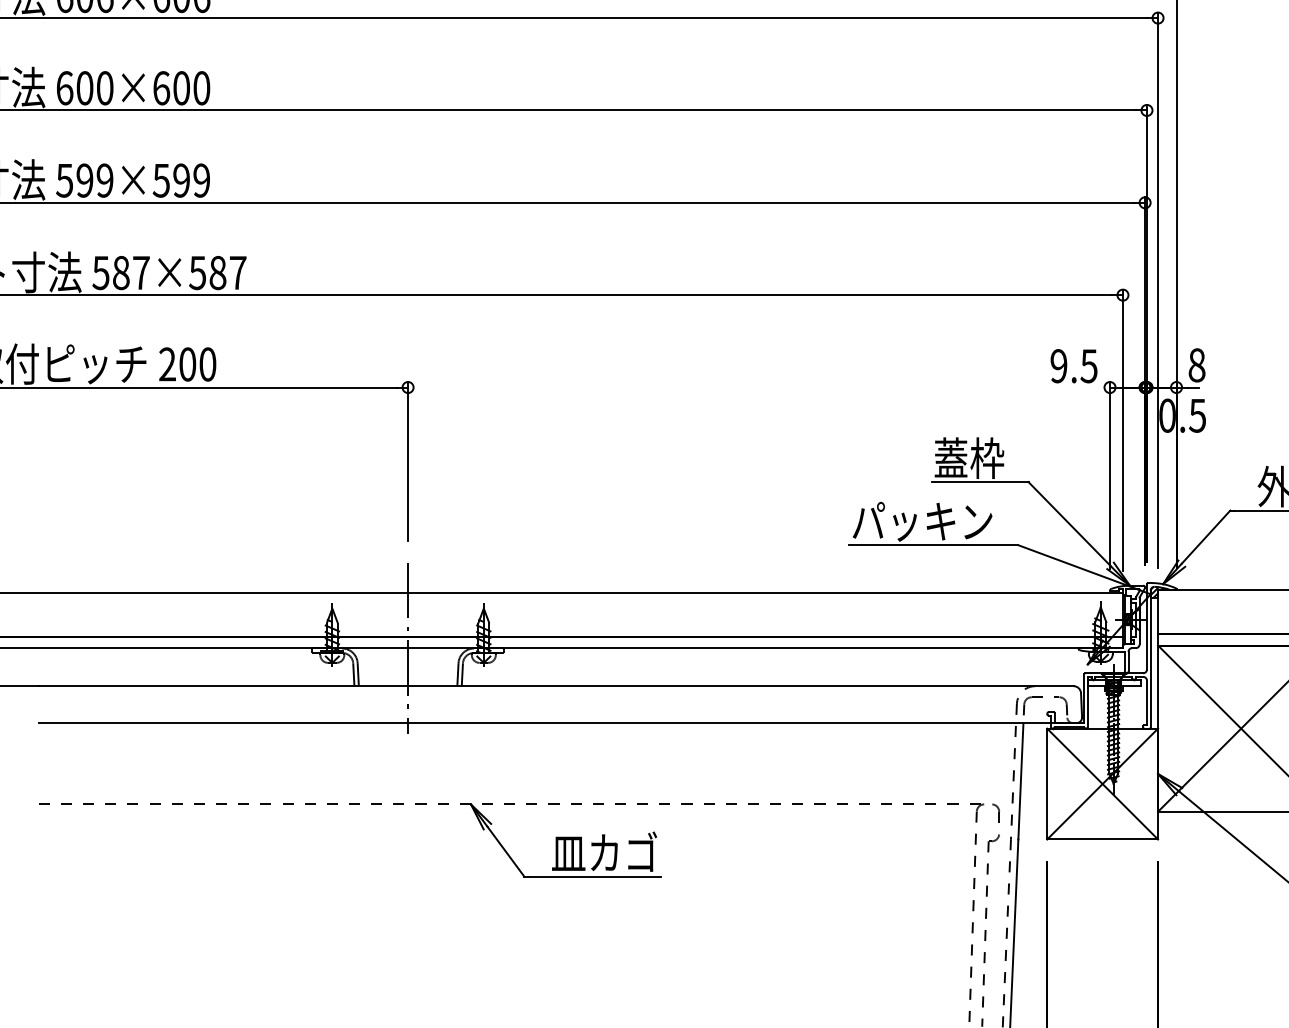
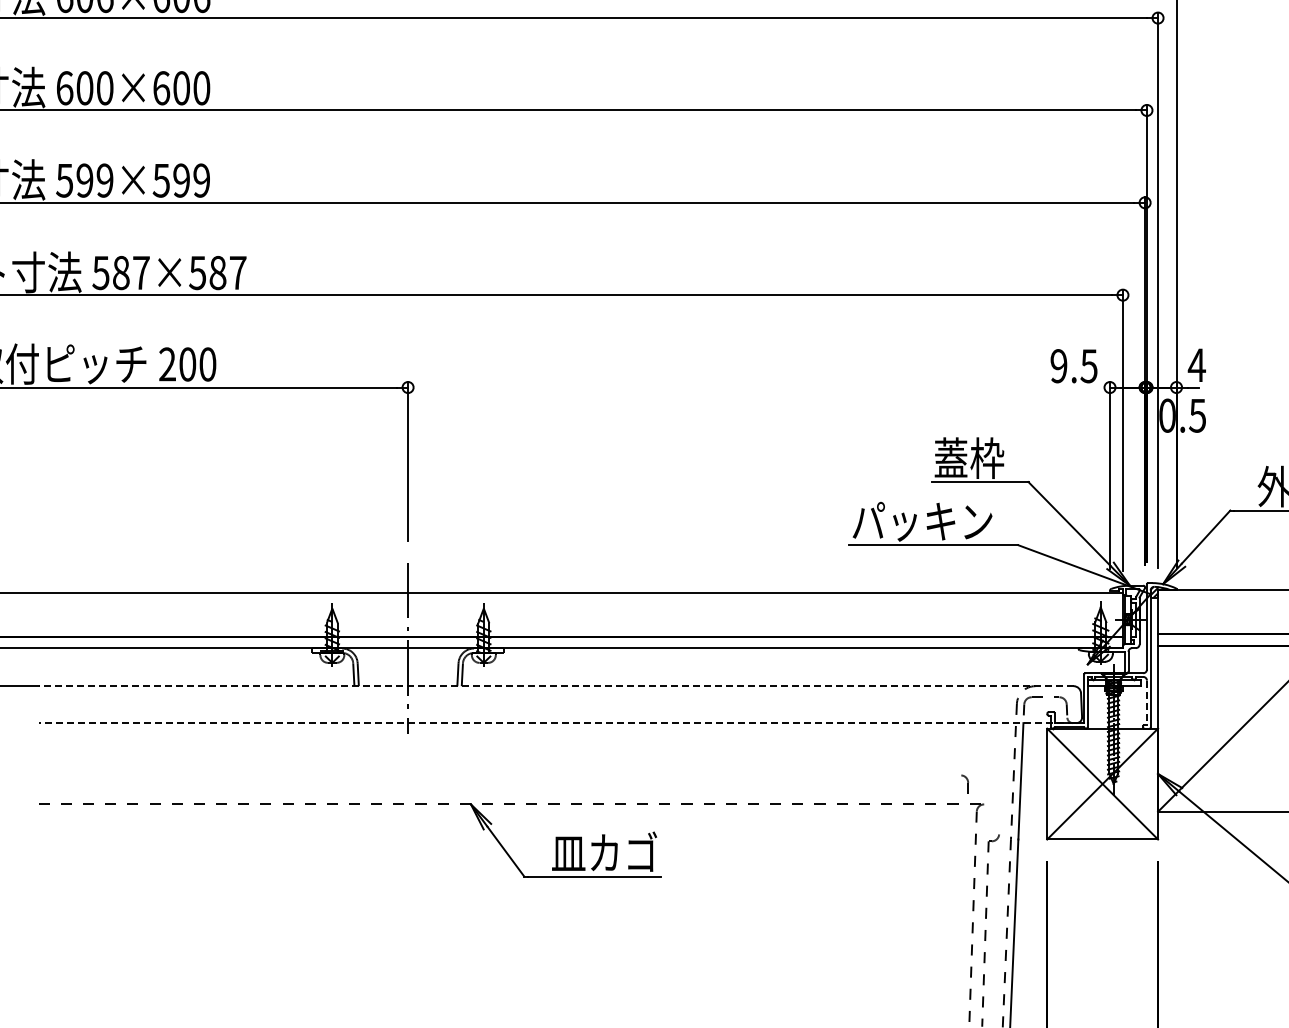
text at (1196, 365): 8 -> 4
line at (555, 686): solid -> dashed
line at (1146, 703): solid -> dashed
line at (1221, 708): present -> none
line at (556, 723): solid -> dashed
part at (995, 812) position: (995, 812) -> (964, 783)
